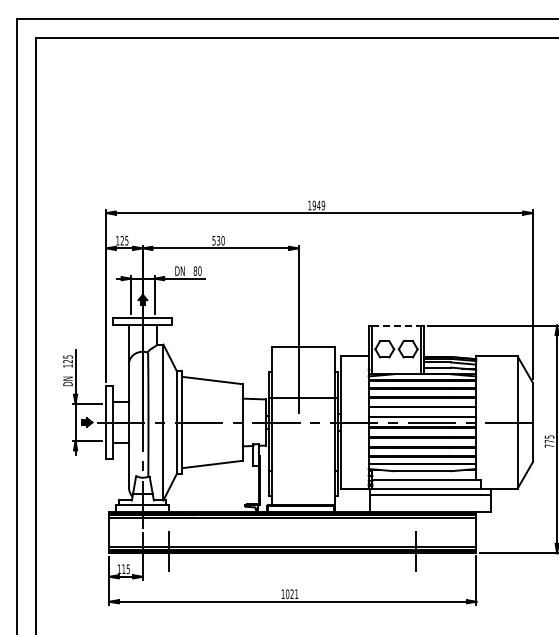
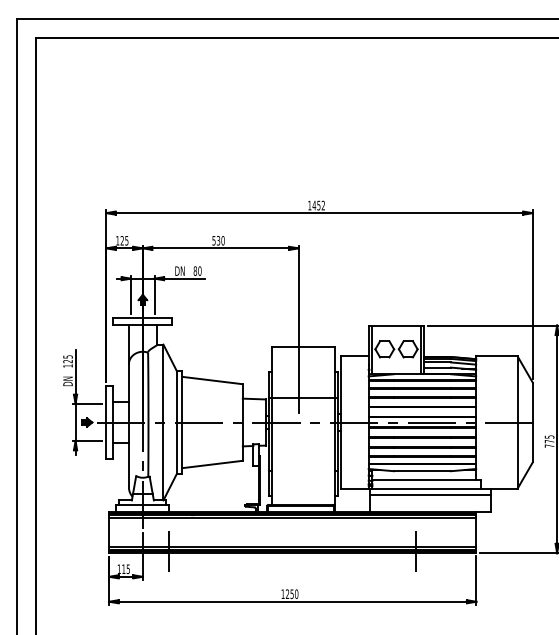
text at (318, 205): 1949 -> 1452
line at (396, 325): dashed -> solid
text at (291, 594): 1021 -> 1250
